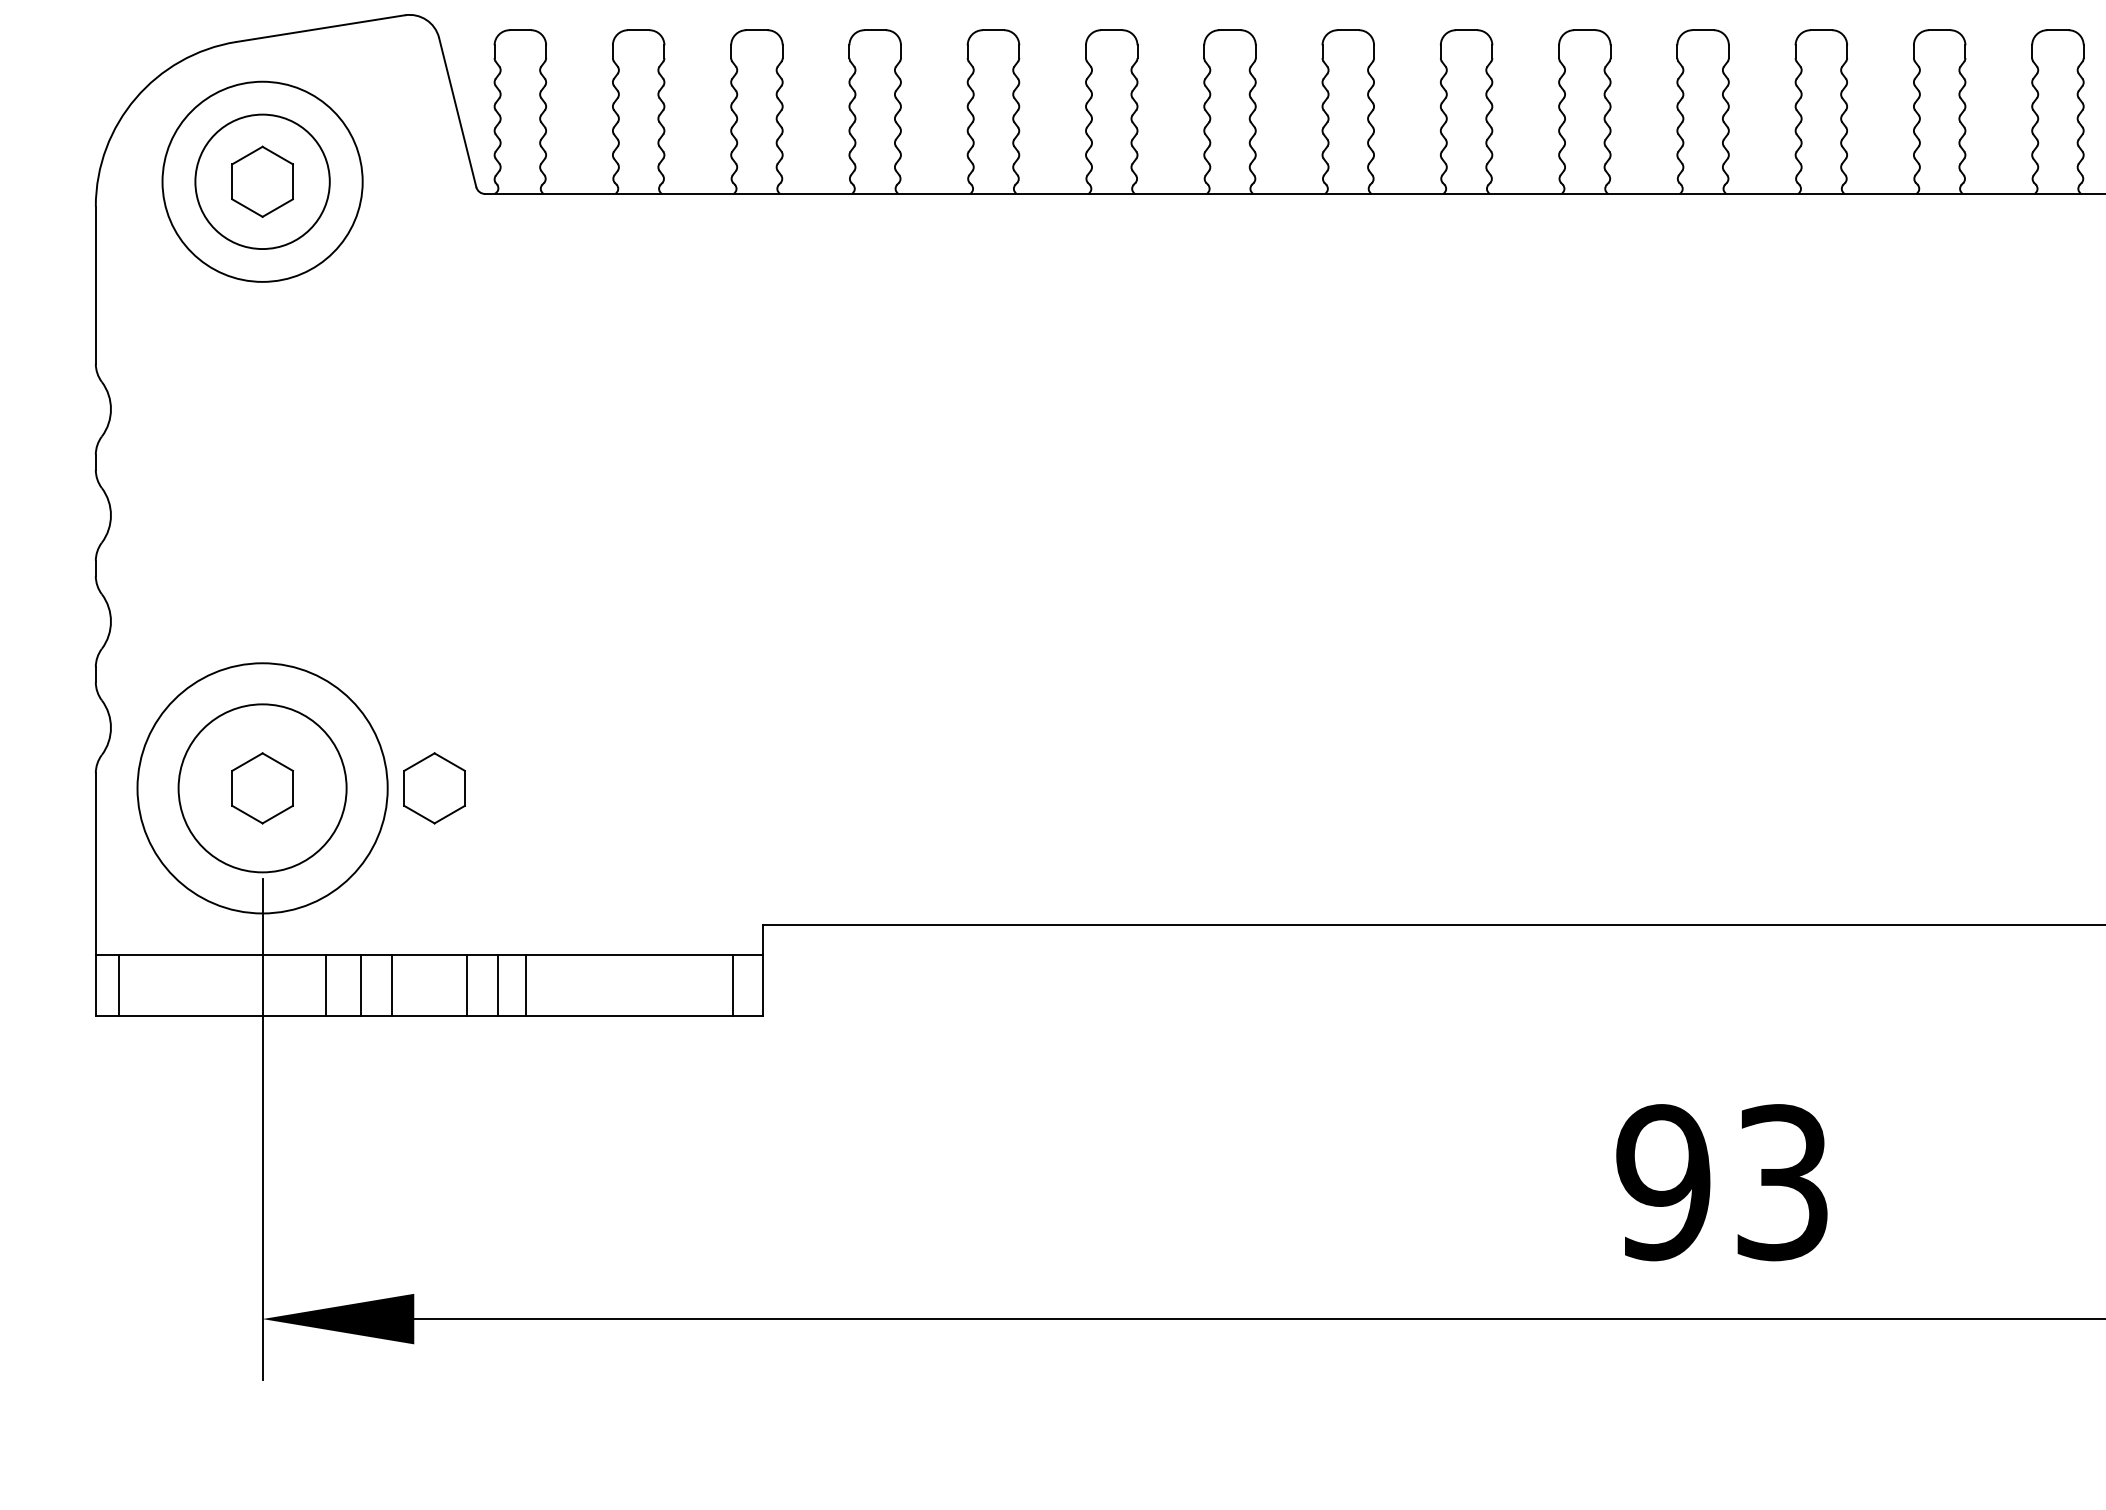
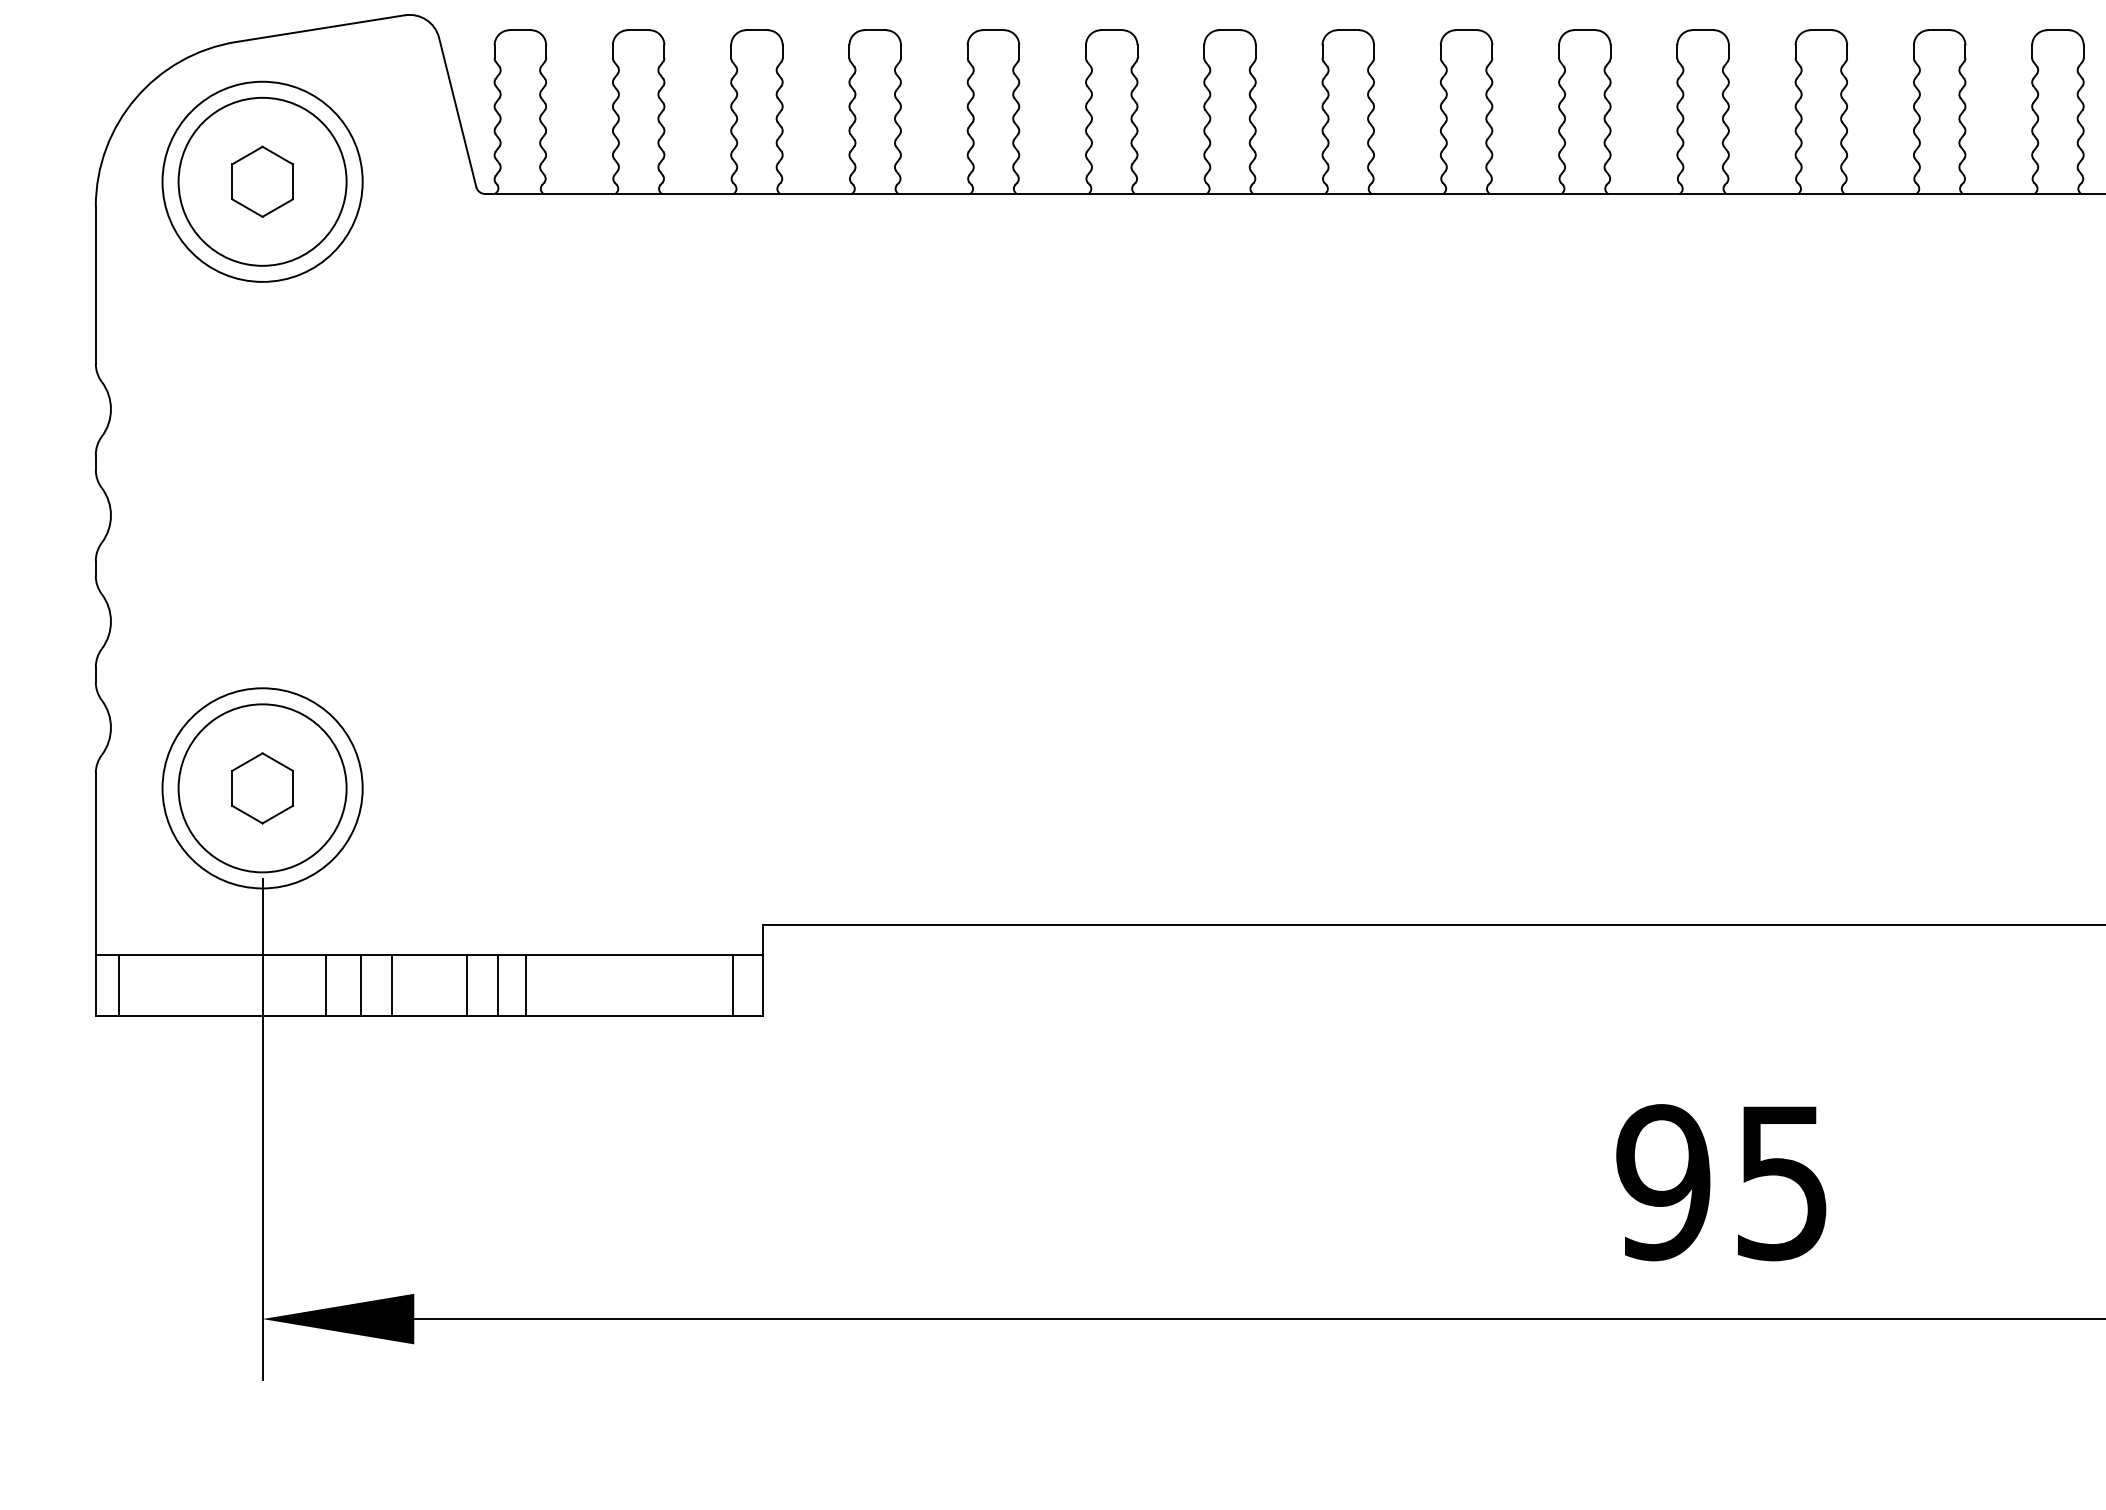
circle at (262, 181) diameter: 134 px -> 168 px
circle at (262, 788) diameter: 250 px -> 200 px
part at (434, 788): present -> none
text at (1782, 1182): 93 -> 95
